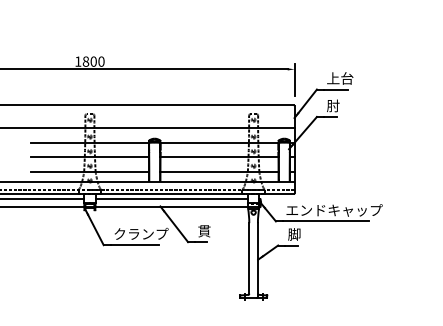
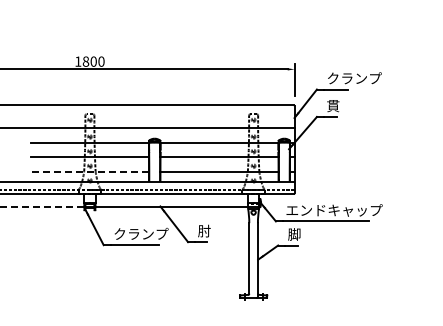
text at (354, 78): 上台 -> クランプ
text at (333, 105): 肘 -> 貫
line at (89, 172): solid -> dashed
line at (43, 199): present -> none
line at (171, 199): present -> none
line at (42, 206): solid -> dashed
text at (204, 230): 貫 -> 肘
